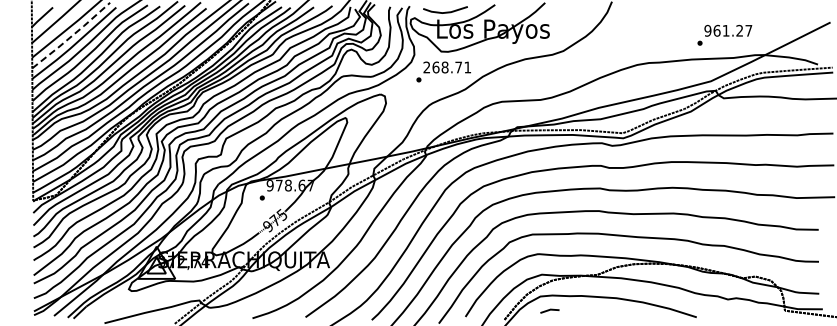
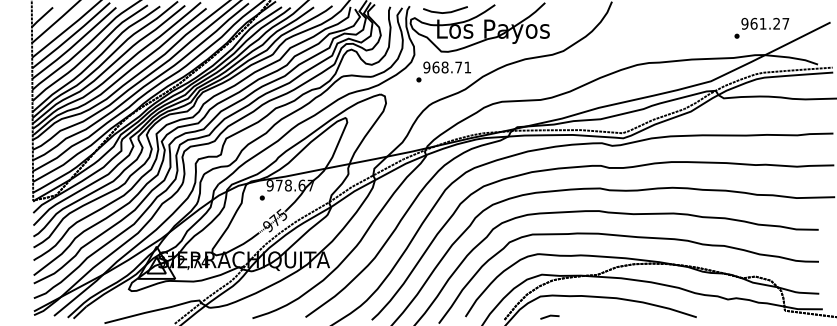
text at (724, 34) position: (724, 34) -> (761, 27)
line at (71, 36): dashed -> solid
text at (426, 67): 268.71 -> 968.71
line at (549, 310) position: (549, 310) -> (549, 316)
